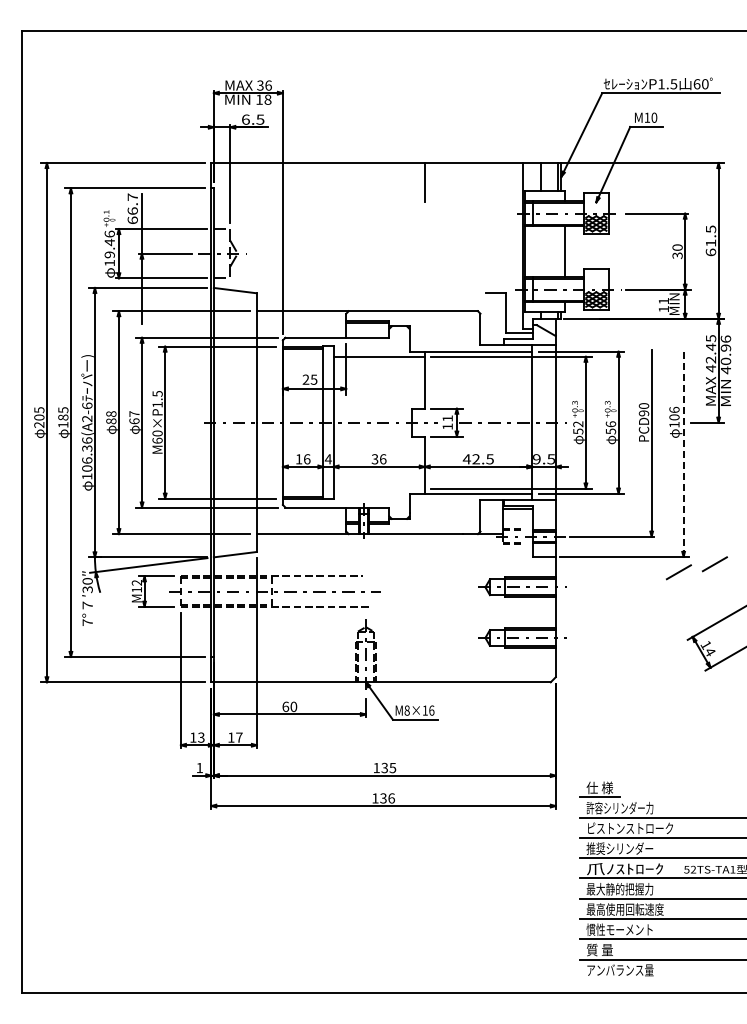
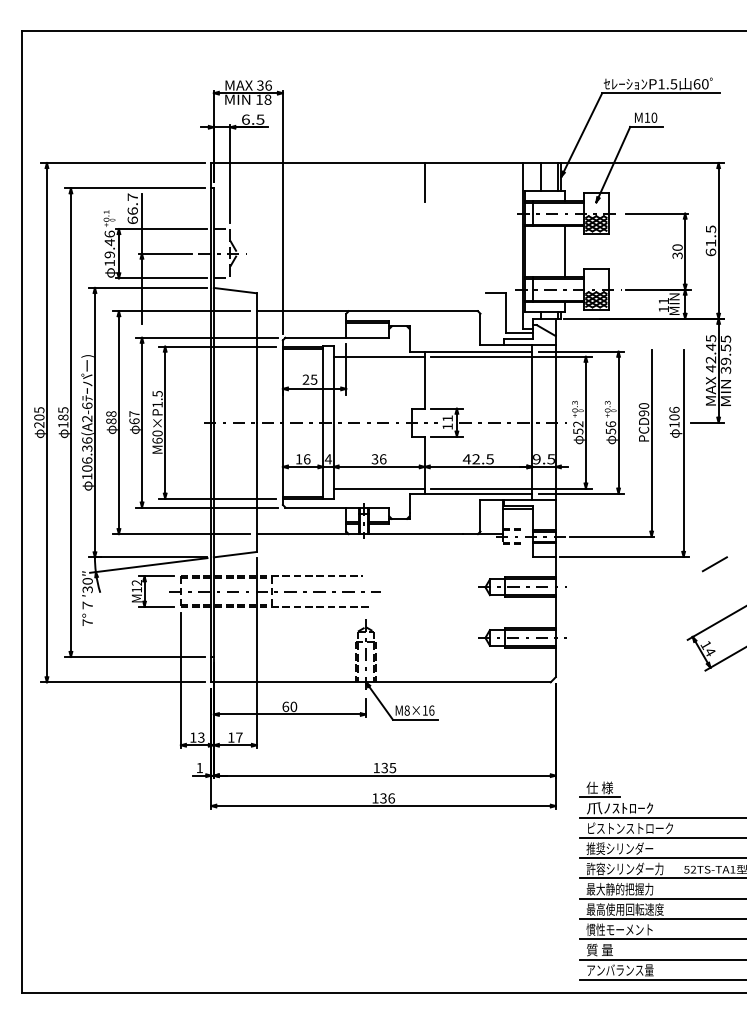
text at (725, 354): 40.96 -> 39.55
line at (683, 453): dashed -> solid
line at (378, 488): none -> present
line at (678, 572): present -> none
text at (619, 807): 許容シリンダー力 -> 爪ﾉｽﾄﾛｰｸ
text at (624, 868): 爪ﾉｽﾄﾛｰｸ -> 許容シリンダー力
line at (661, 979): none -> present
